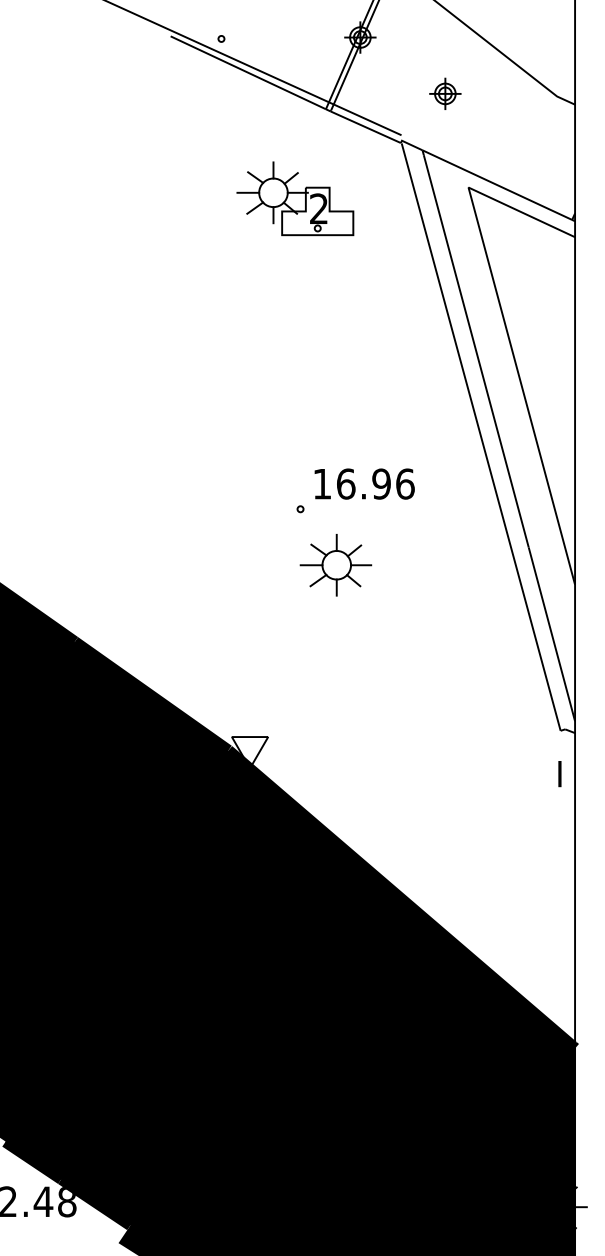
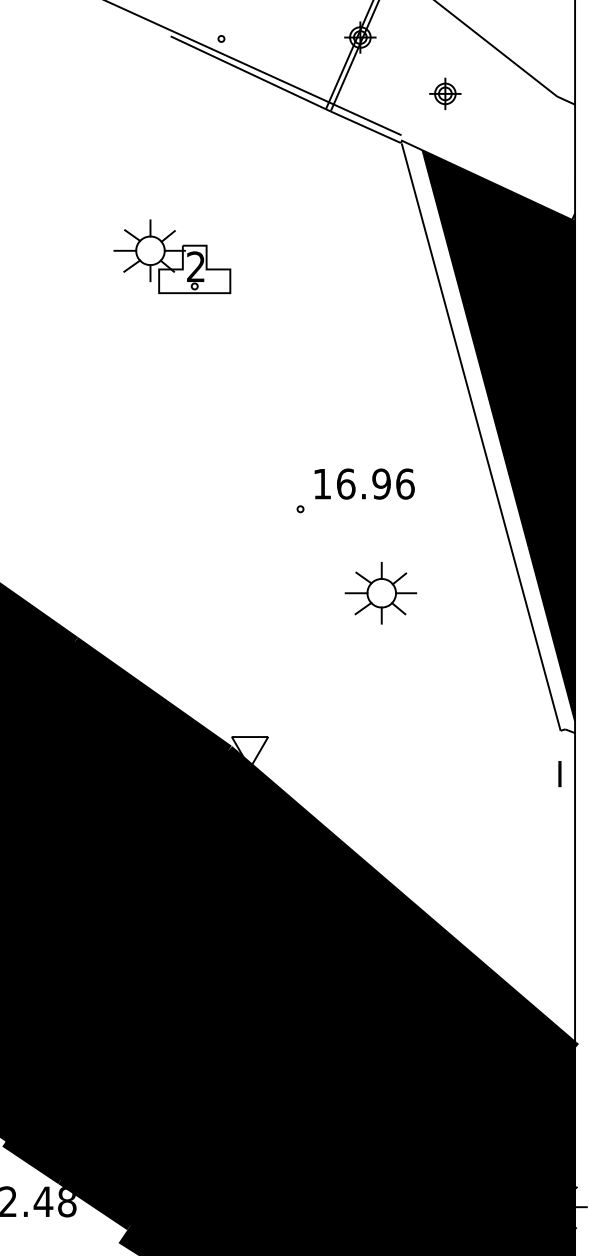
part at (295, 198) position: (295, 198) -> (172, 256)
fill at (498, 435): none -> present
part at (335, 565) position: (335, 565) -> (380, 593)
